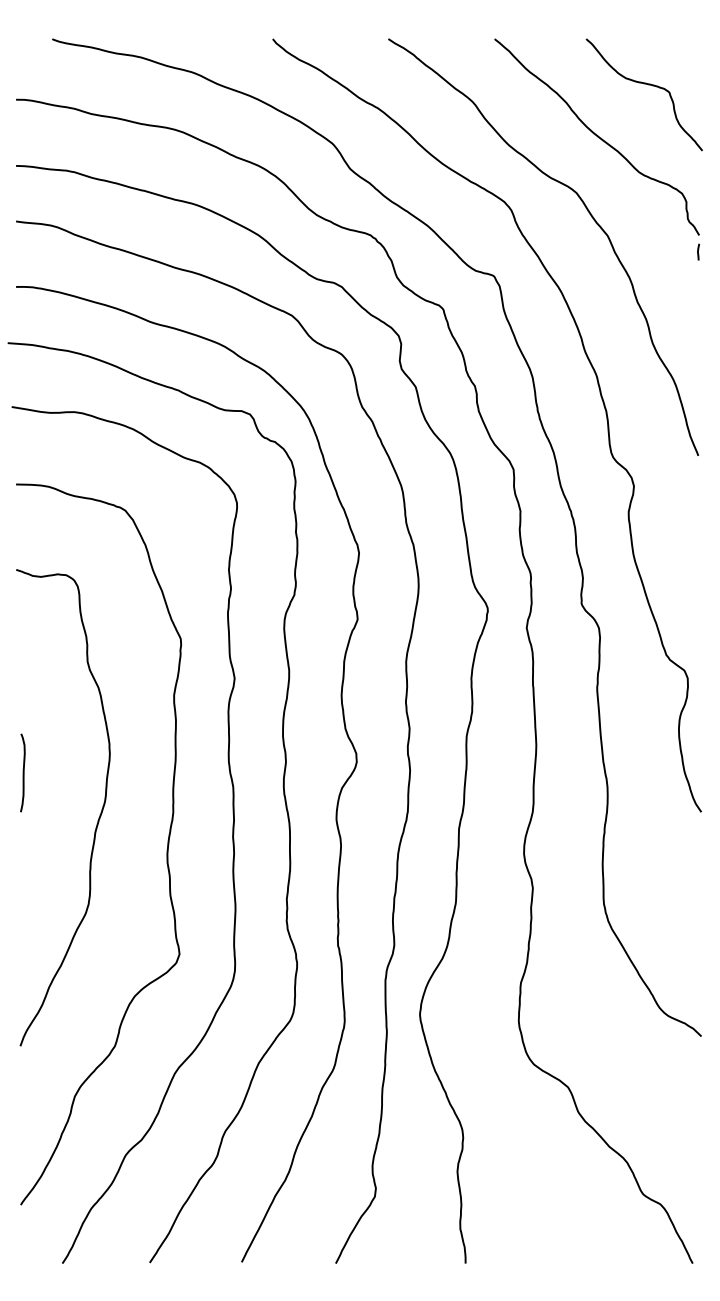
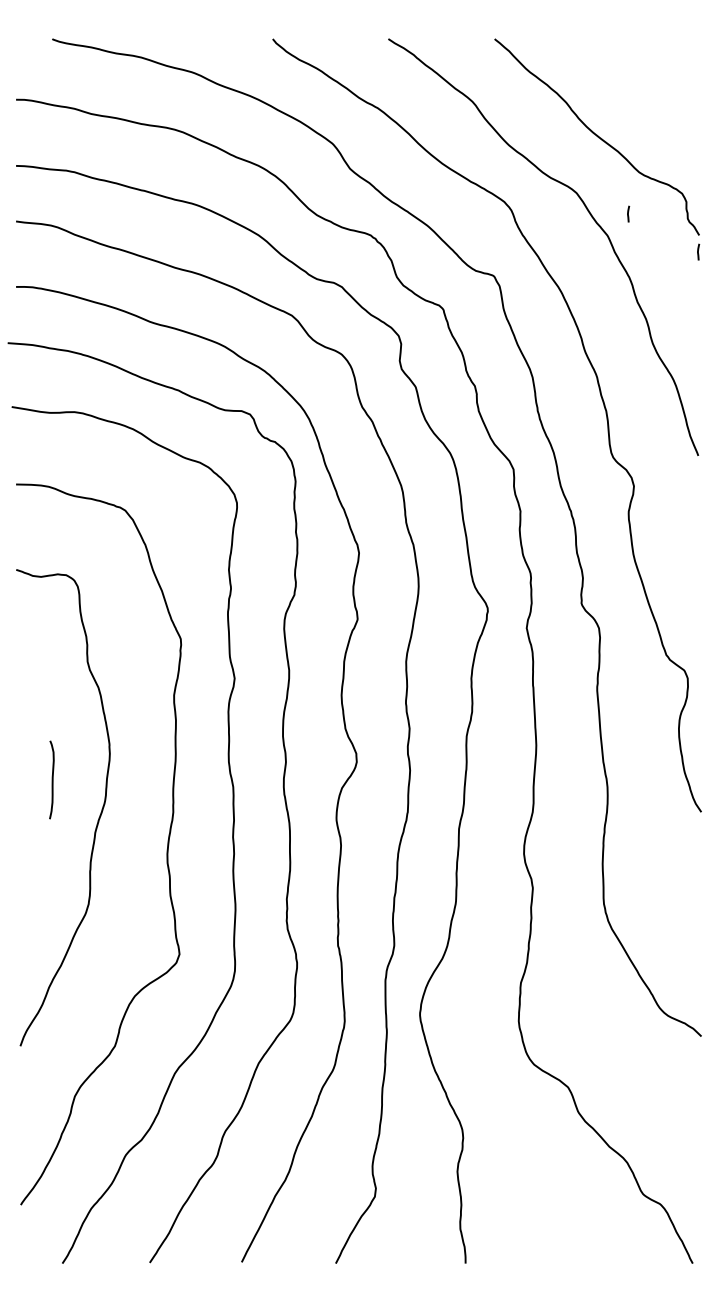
curve at (643, 84): present -> none
line at (628, 213): none -> present
curve at (22, 772) position: (22, 772) -> (51, 779)
